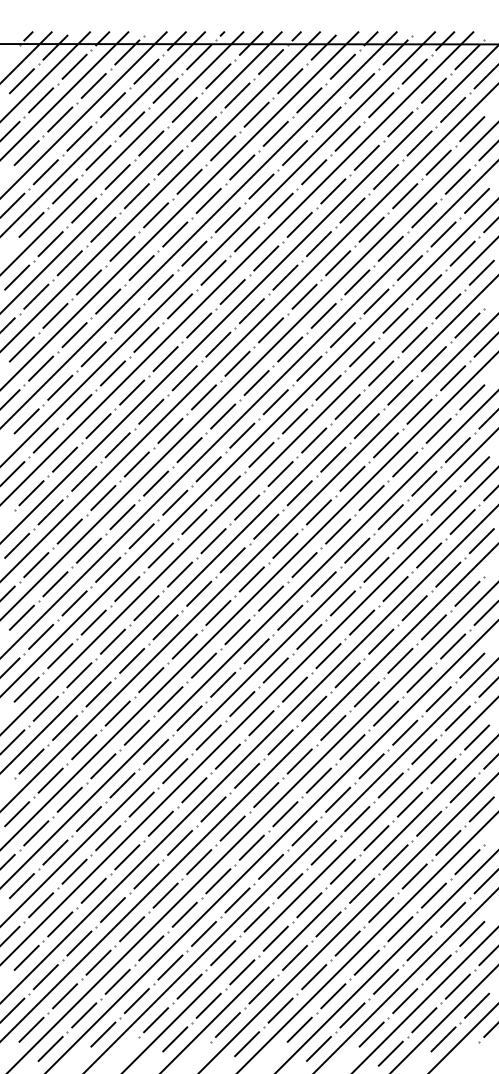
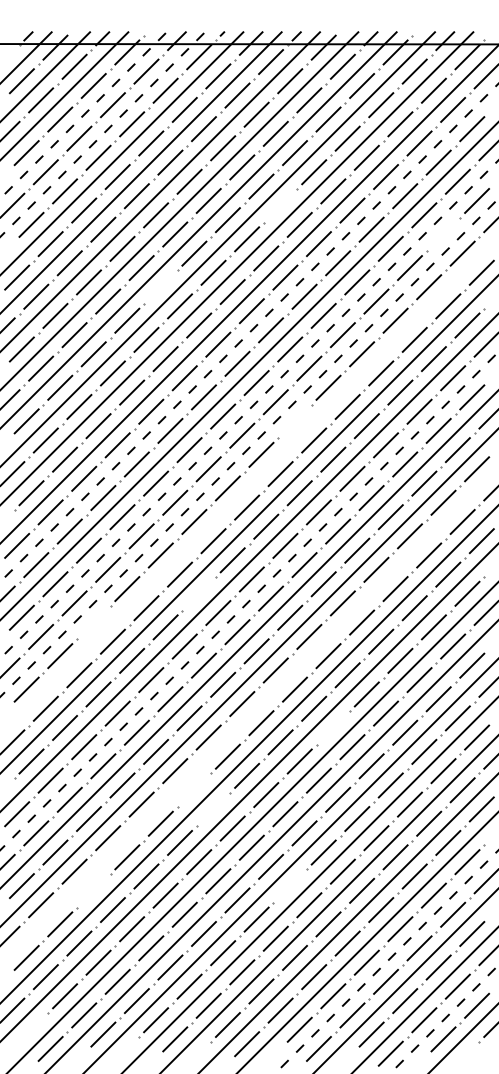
line at (83, 115): solid -> dashed
line at (103, 134): solid -> dashed
line at (280, 205): present -> none
line at (443, 234): present -> none
line at (160, 287): present -> none
line at (249, 332): solid -> dashed
line at (249, 409): solid -> dashed
line at (294, 421): present -> none
line at (249, 447): solid -> dashed
line at (248, 486): present -> none
line at (199, 593): present -> none
line at (249, 600): solid -> dashed
line at (93, 622): present -> none
line at (248, 716): present -> none
line at (333, 727): present -> none
line at (194, 790): present -> none
line at (213, 809): present -> none
line at (290, 886): present -> none
line at (93, 890): present -> none
line at (386, 961): solid -> dashed
line at (444, 1019): solid -> dashed
line at (31, 1029): present -> none
